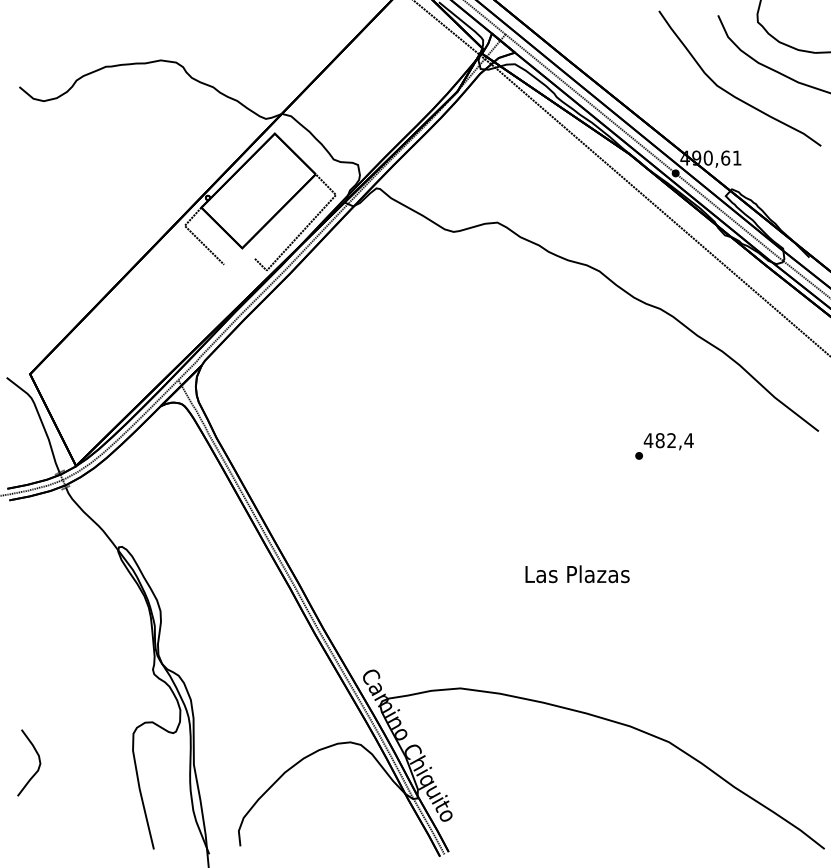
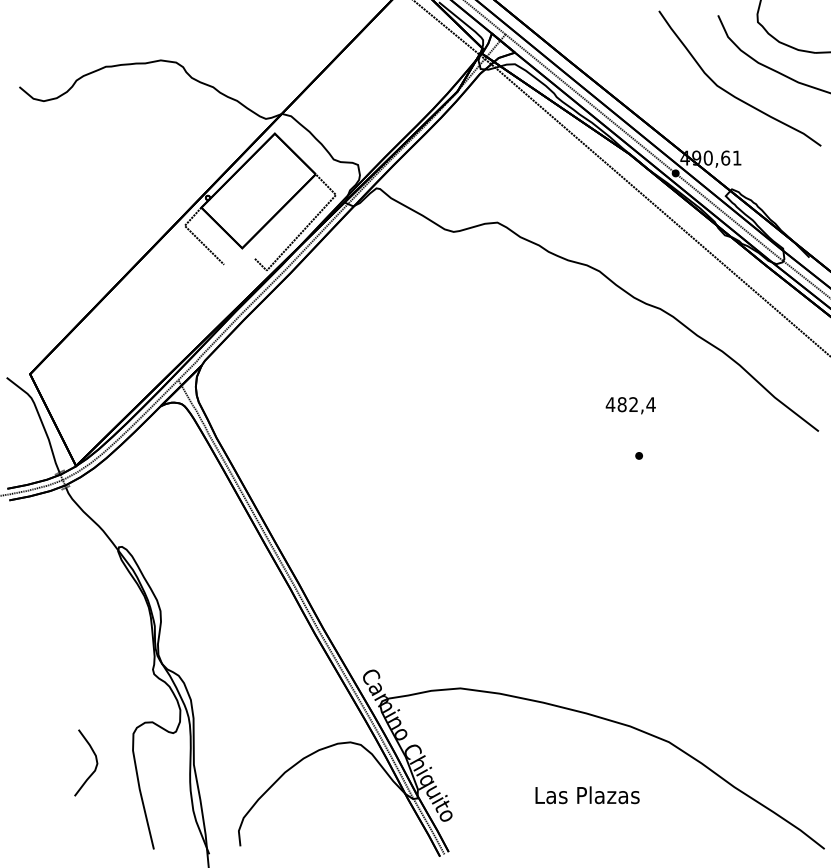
text at (668, 441) position: (668, 441) -> (630, 405)
text at (577, 574) position: (577, 574) -> (587, 795)
curve at (38, 760) position: (38, 760) -> (95, 760)
